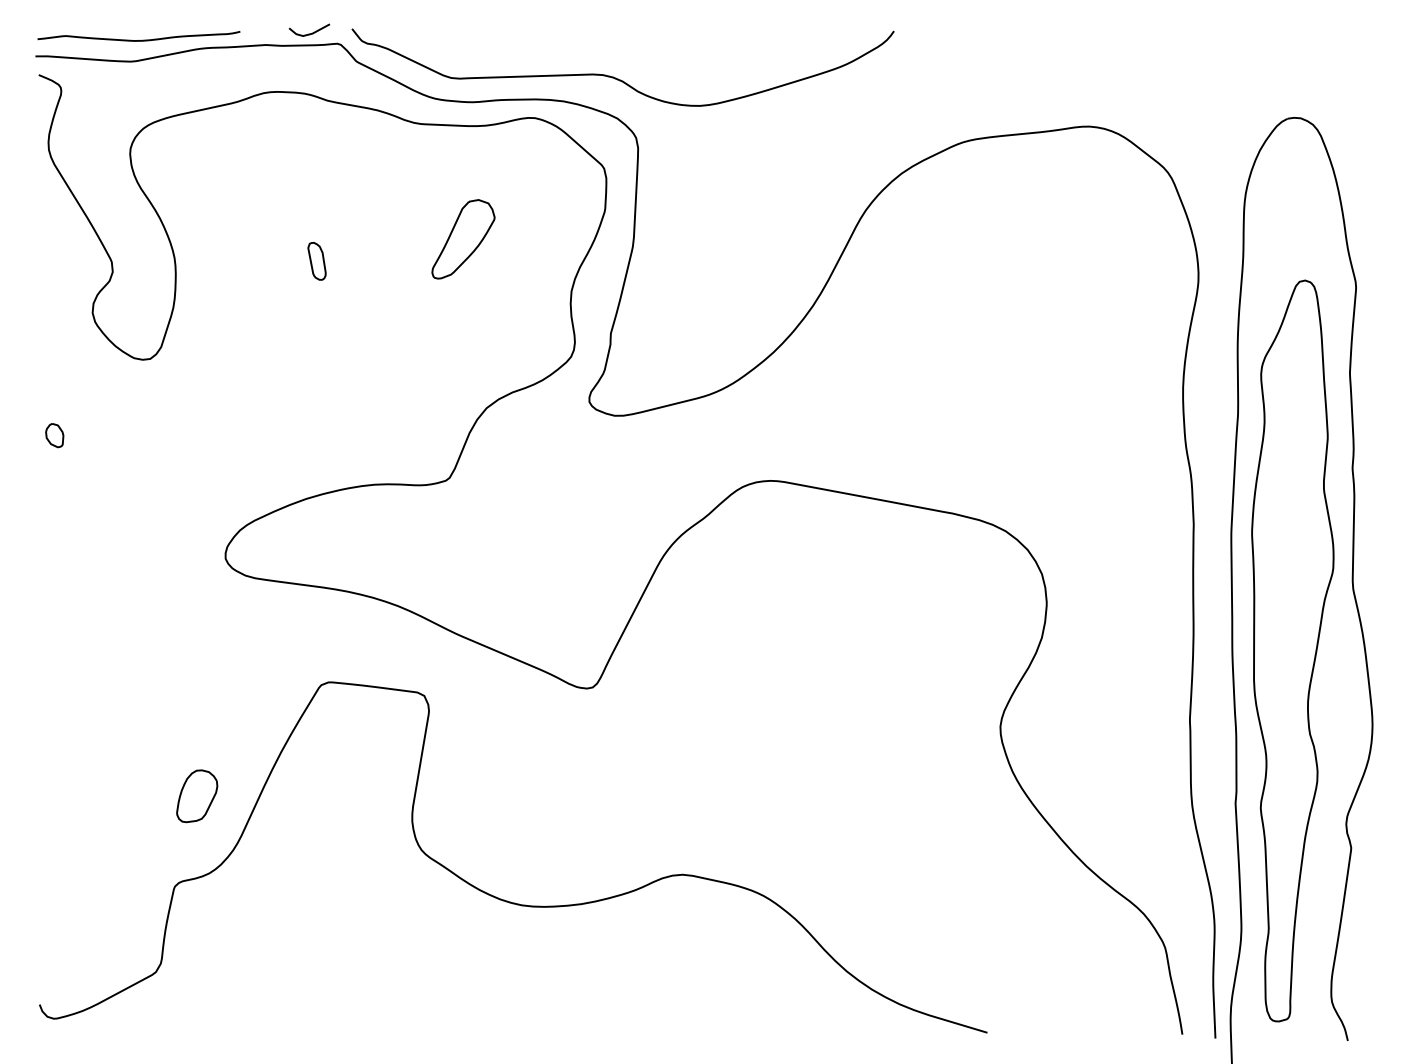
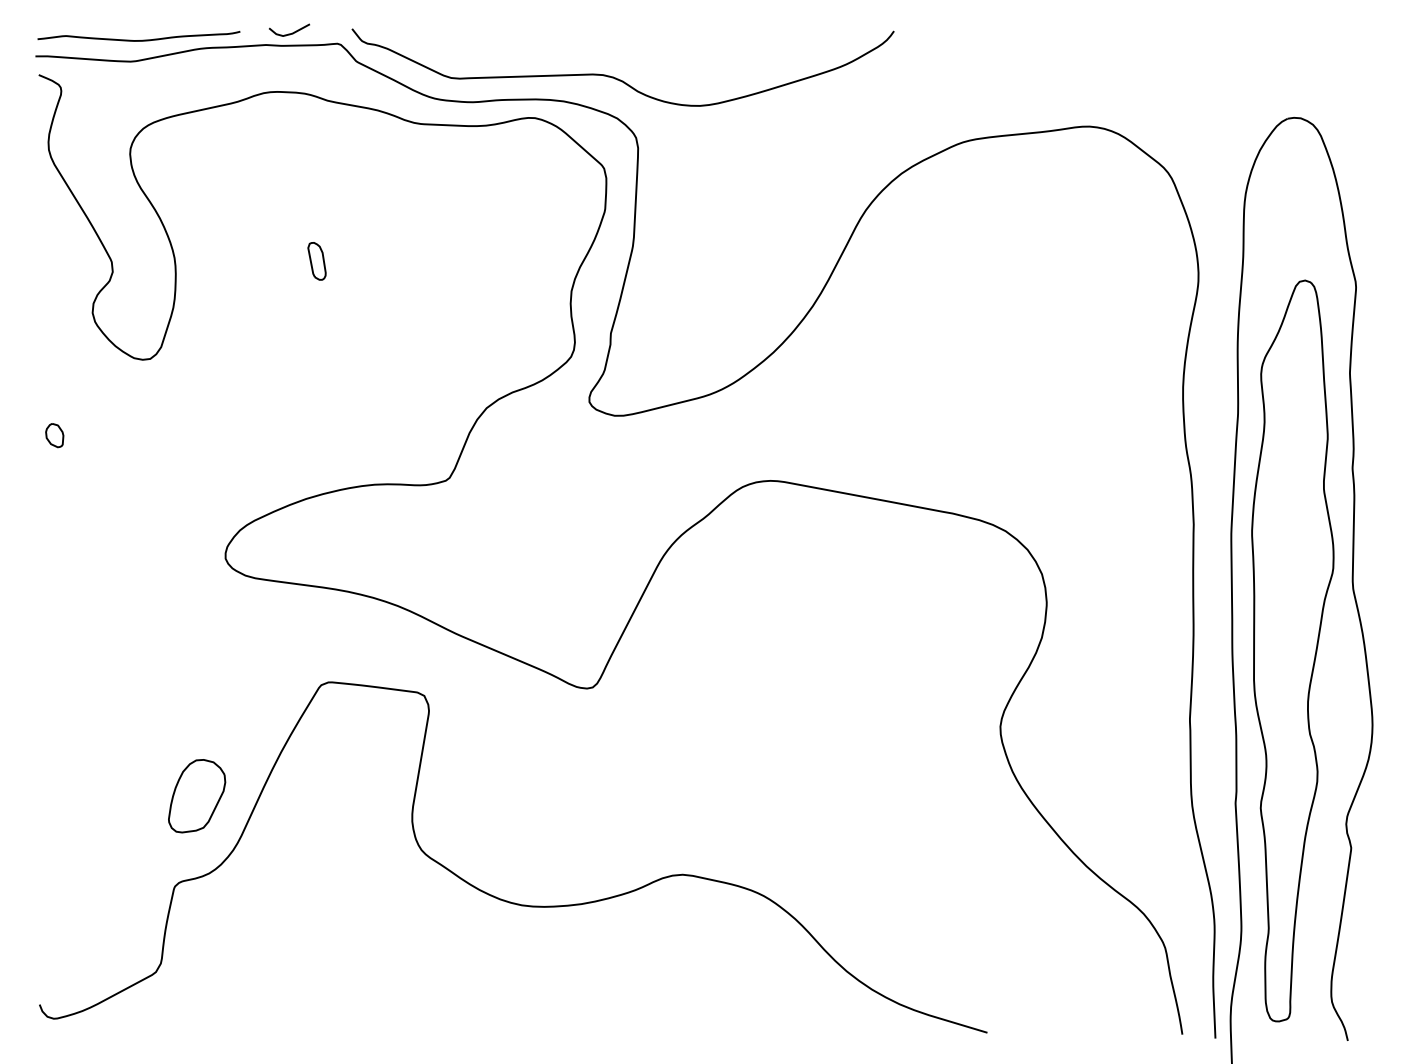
line at (309, 33) position: (309, 33) -> (289, 33)
part at (463, 239): present -> none
part at (197, 796) size: 43x55 px -> 59x75 px
